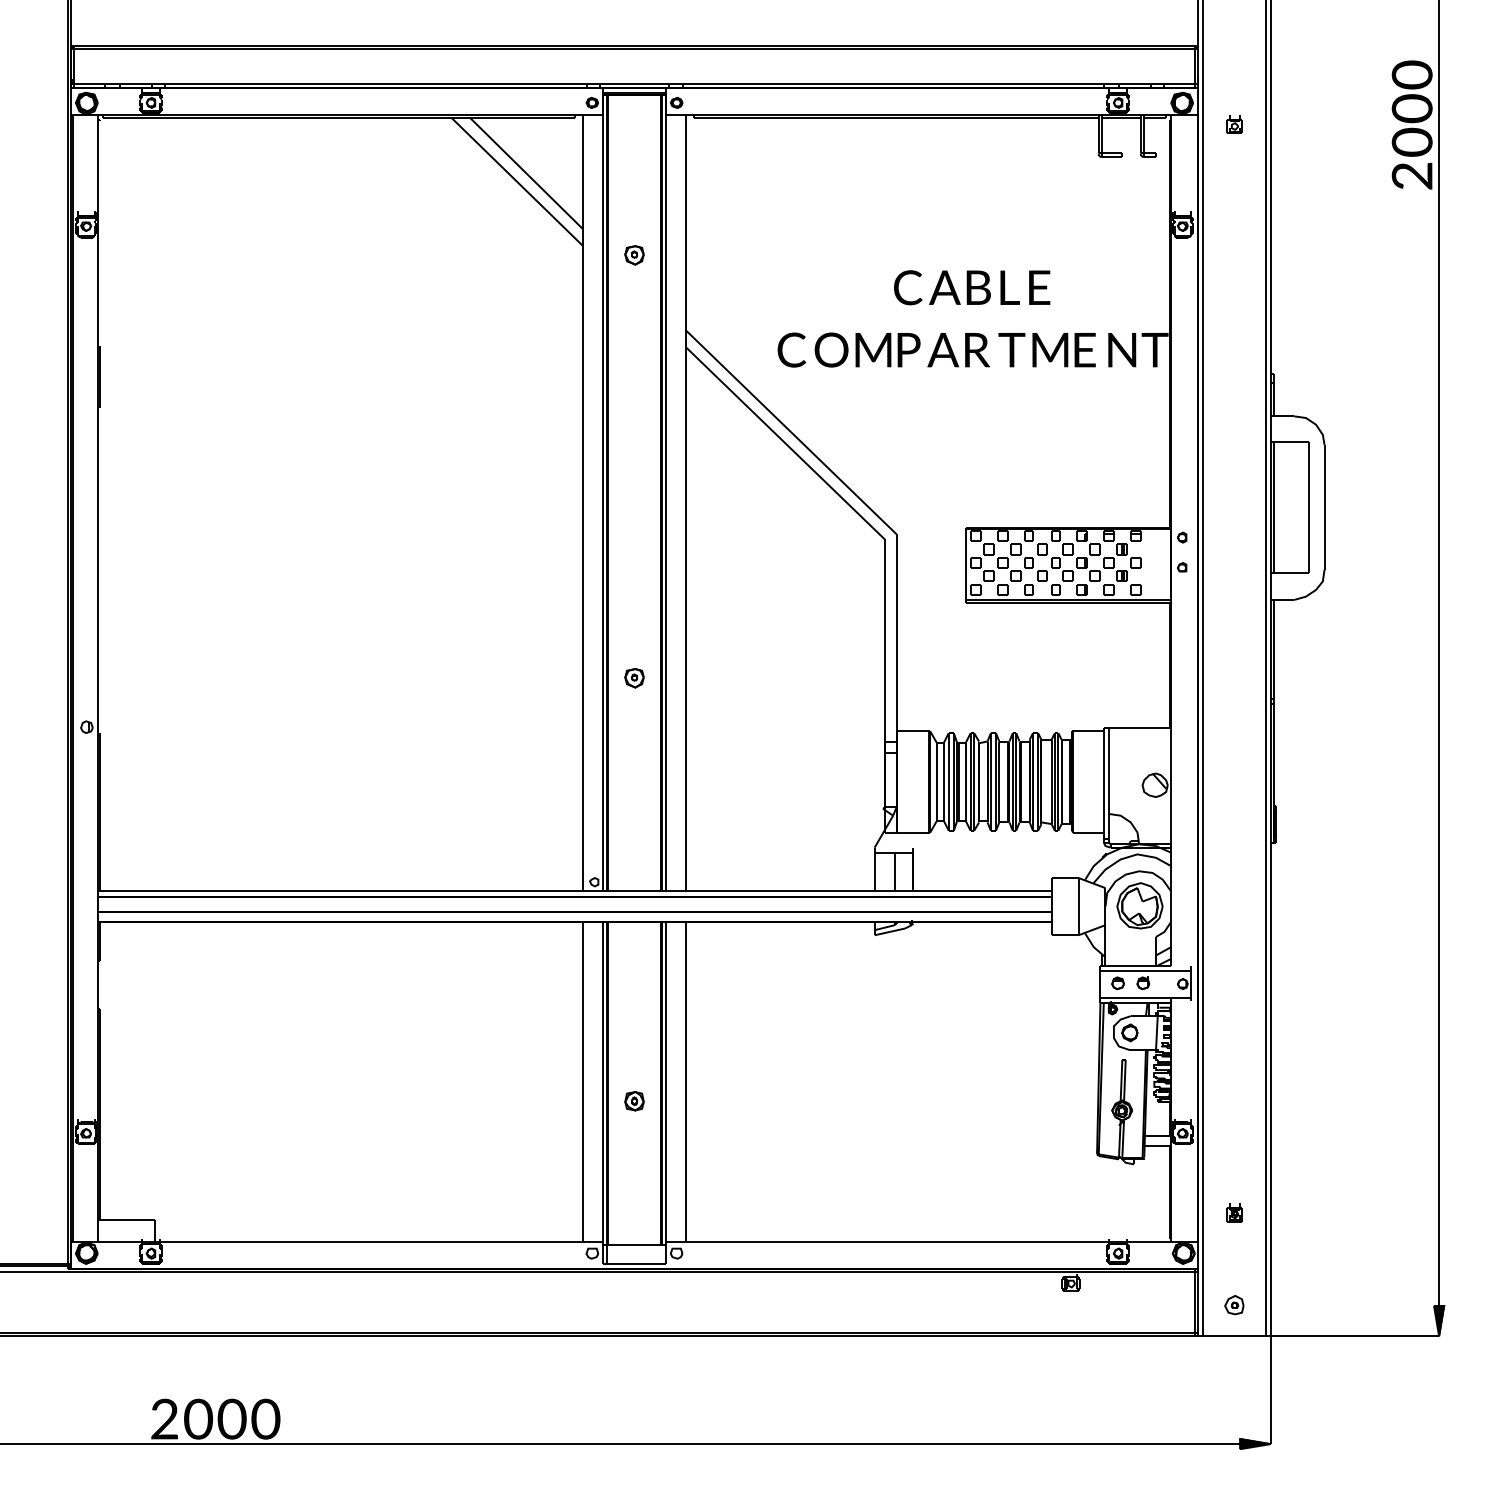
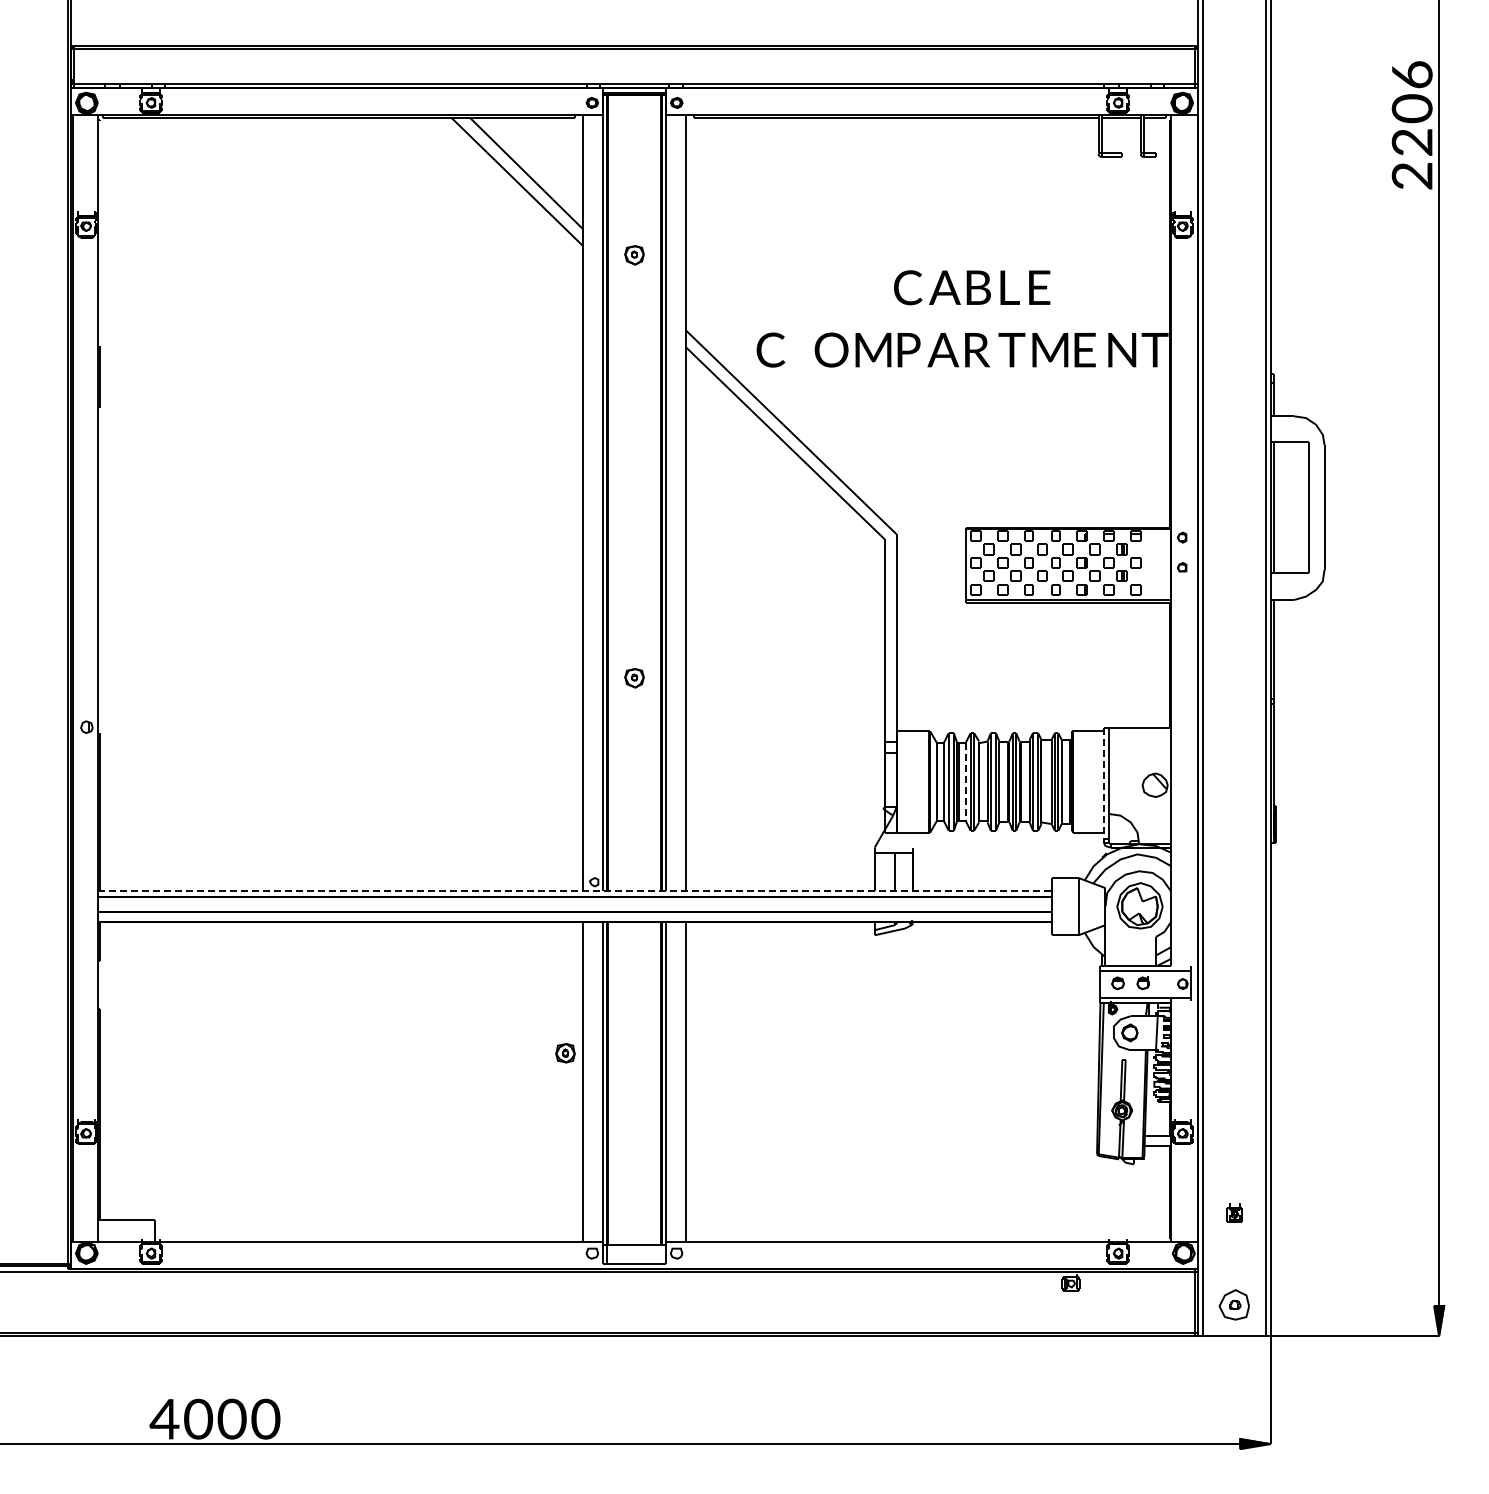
text at (1411, 74): 0 -> 6
part at (1234, 124): present -> none
text at (1412, 141): 0 -> 2
text at (791, 349) position: (791, 349) -> (770, 349)
line at (965, 781): solid -> dashed
line at (1103, 783): solid -> dashed
line at (574, 891): solid -> dashed
part at (634, 1101) position: (634, 1101) -> (565, 1053)
part at (1234, 1305) size: 21x21 px -> 32x32 px
text at (164, 1418): 2 -> 4
